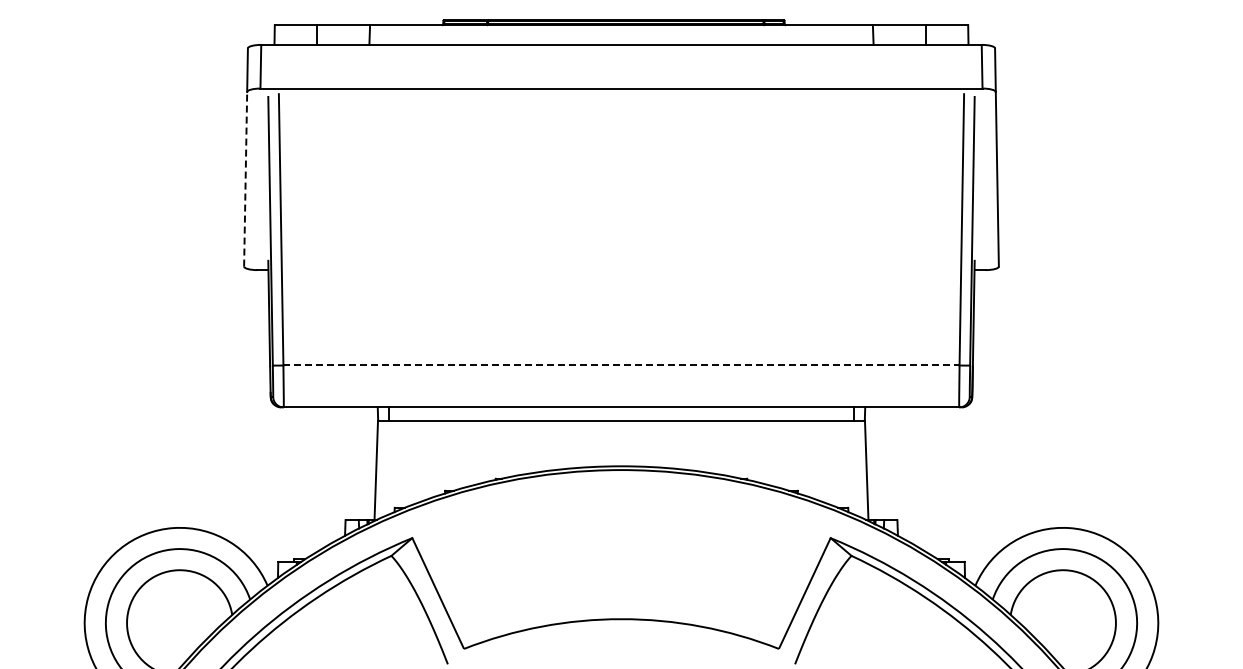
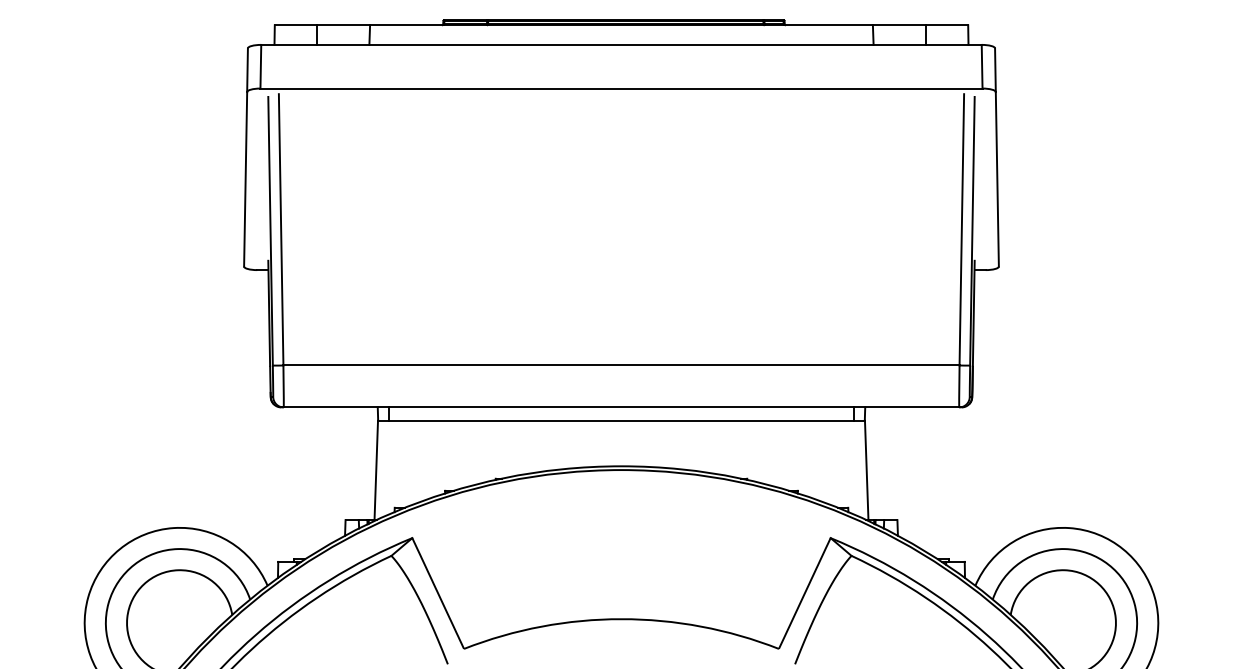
line at (245, 178): dashed -> solid
line at (621, 365): dashed -> solid
